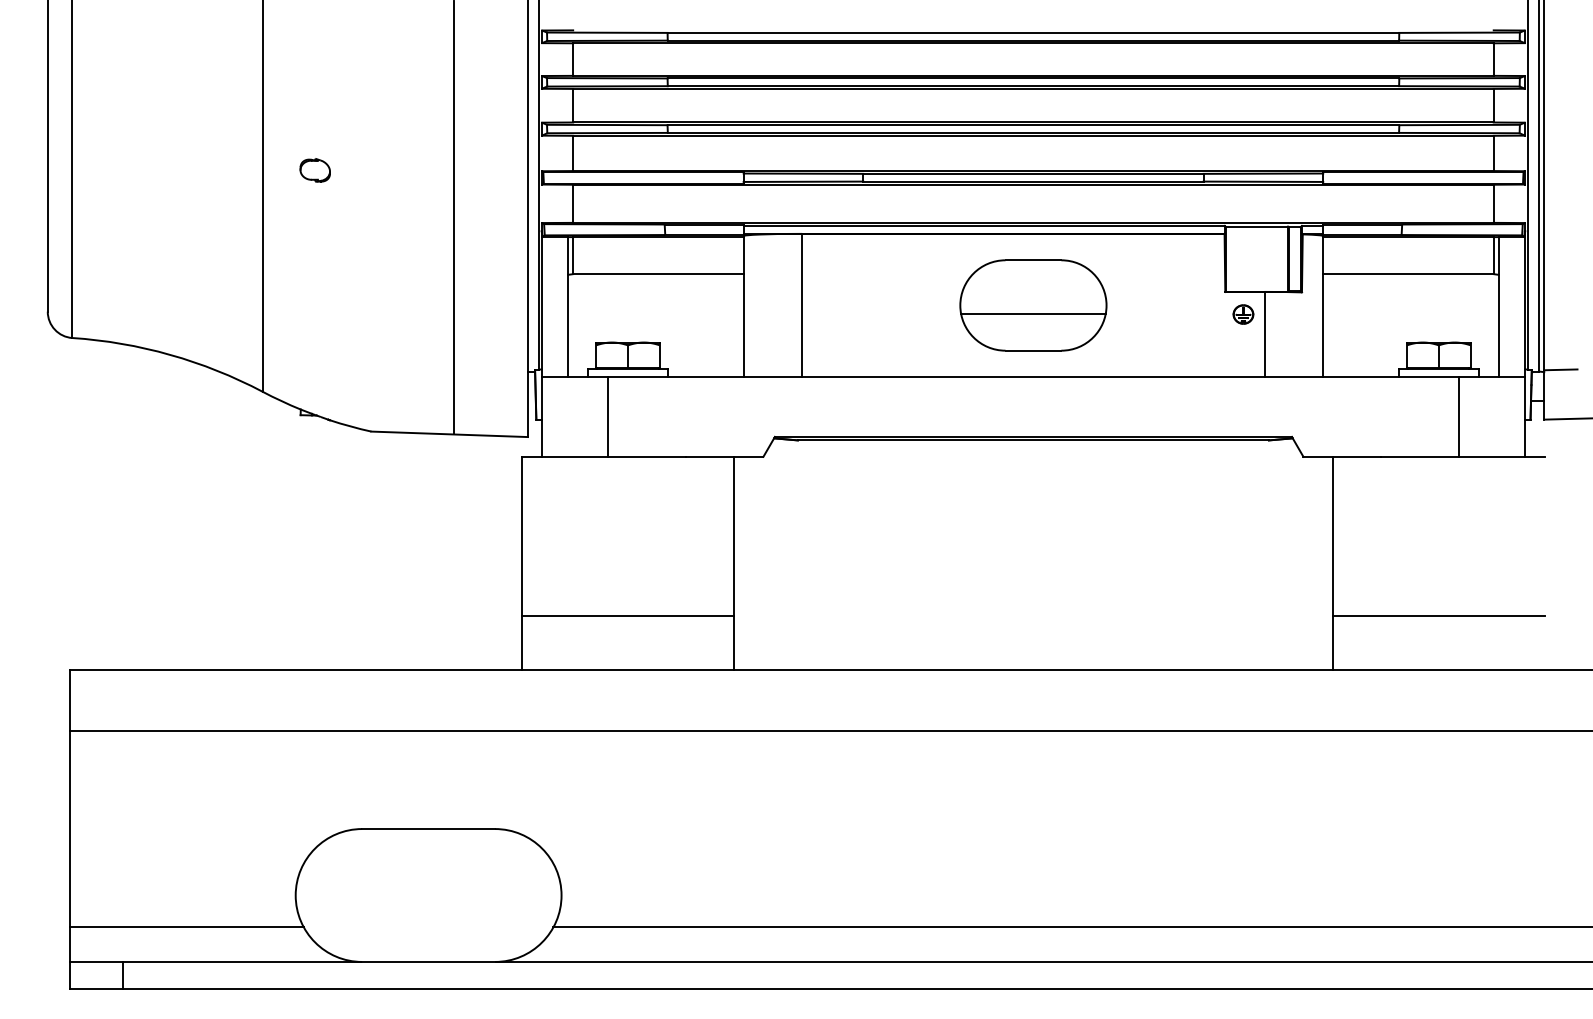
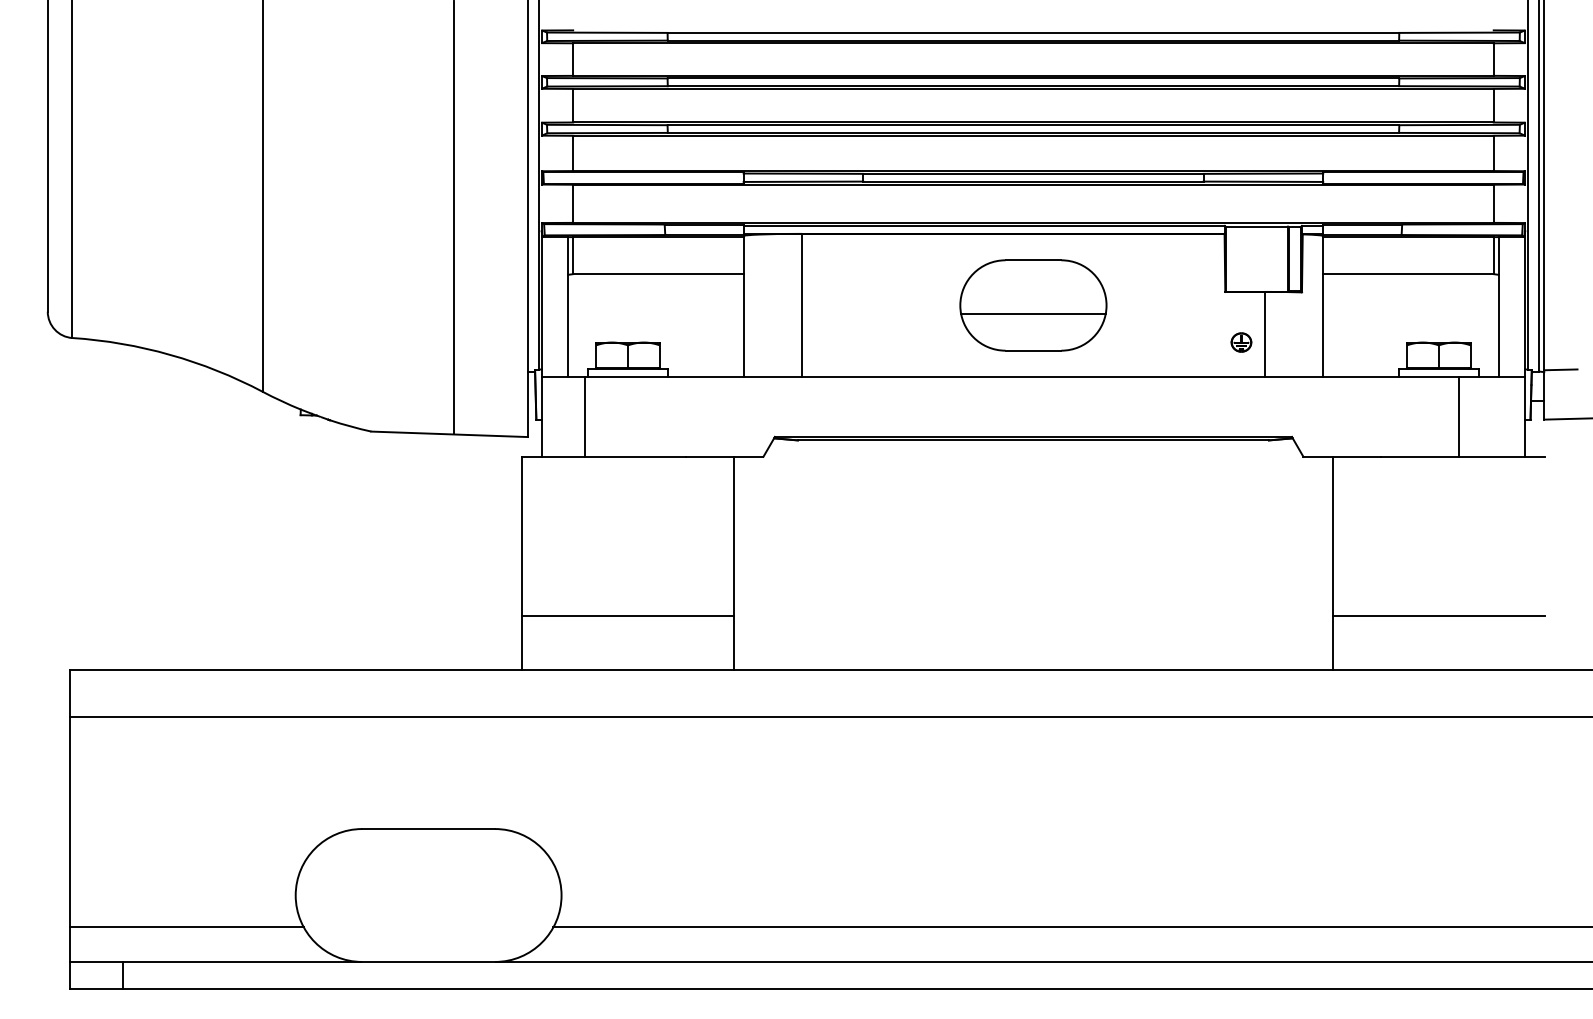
part at (314, 170): present -> none
part at (1243, 314) position: (1243, 314) -> (1241, 342)
line at (608, 416) position: (608, 416) -> (585, 416)
line at (829, 730) position: (829, 730) -> (829, 716)
